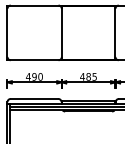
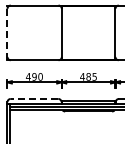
line at (7, 32): solid -> dashed
line at (34, 98): solid -> dashed
